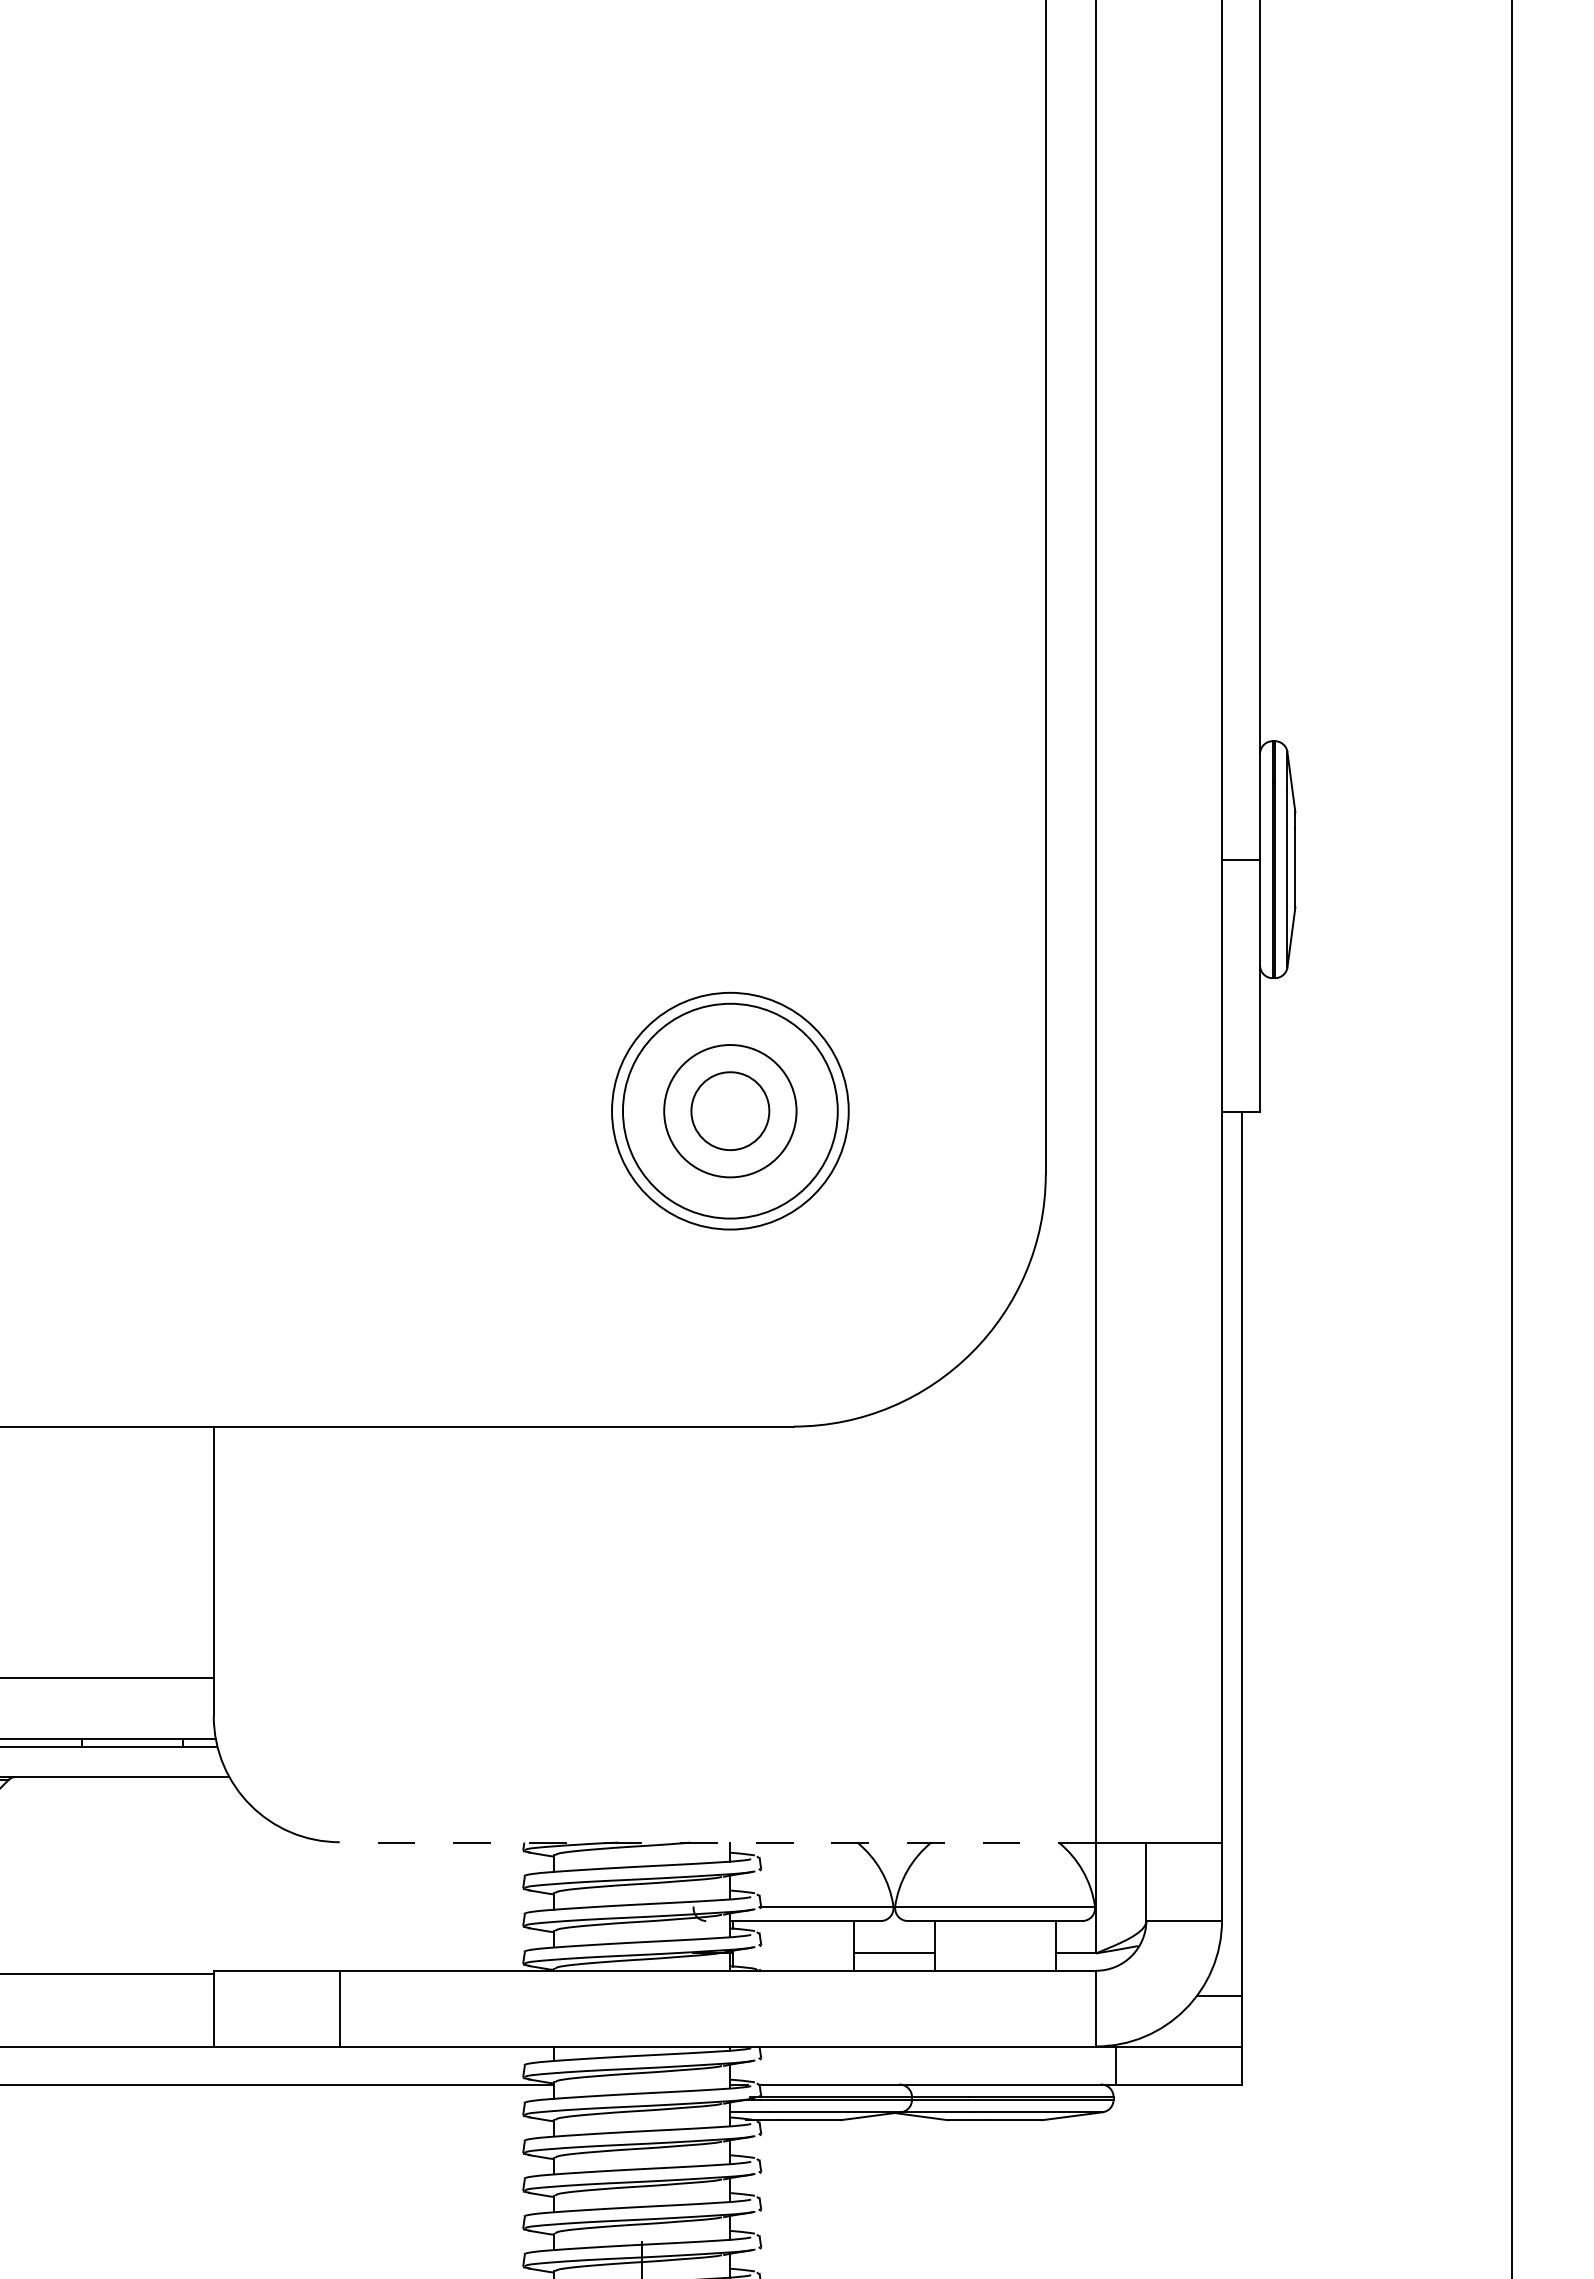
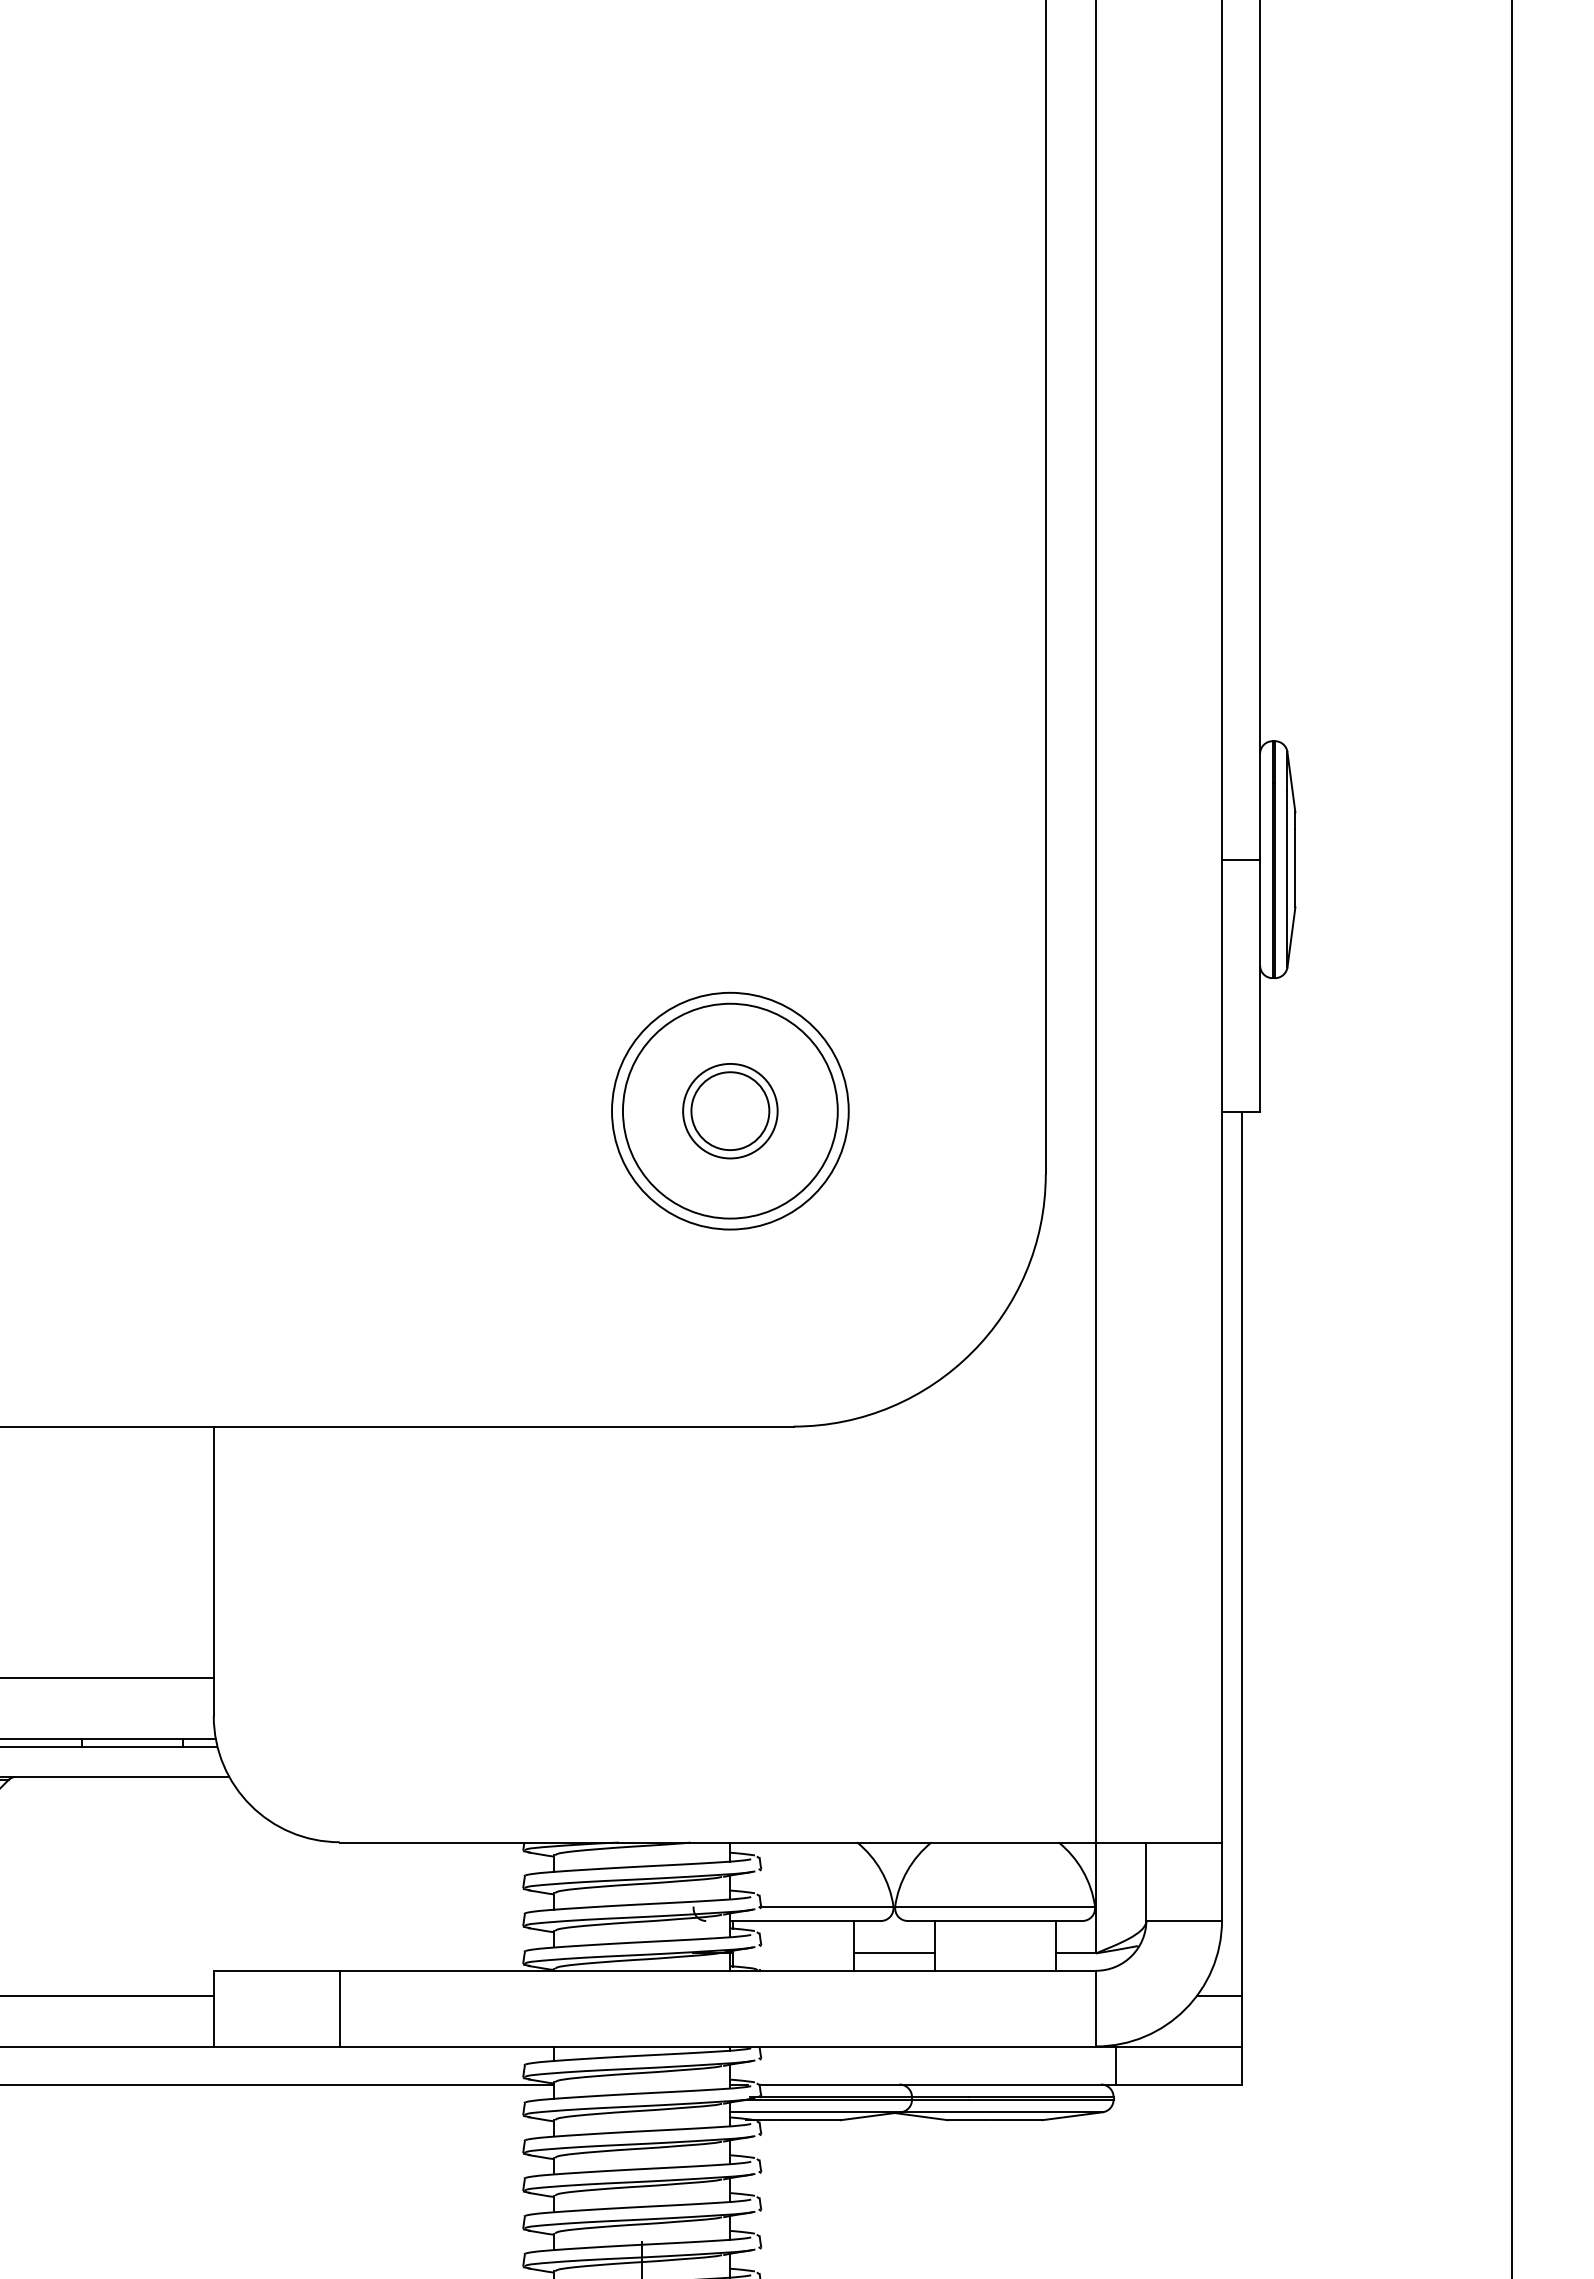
circle at (730, 1111) diameter: 132 px -> 95 px
line at (717, 1842): dashed -> solid
line at (107, 1974) position: (107, 1974) -> (107, 1996)
